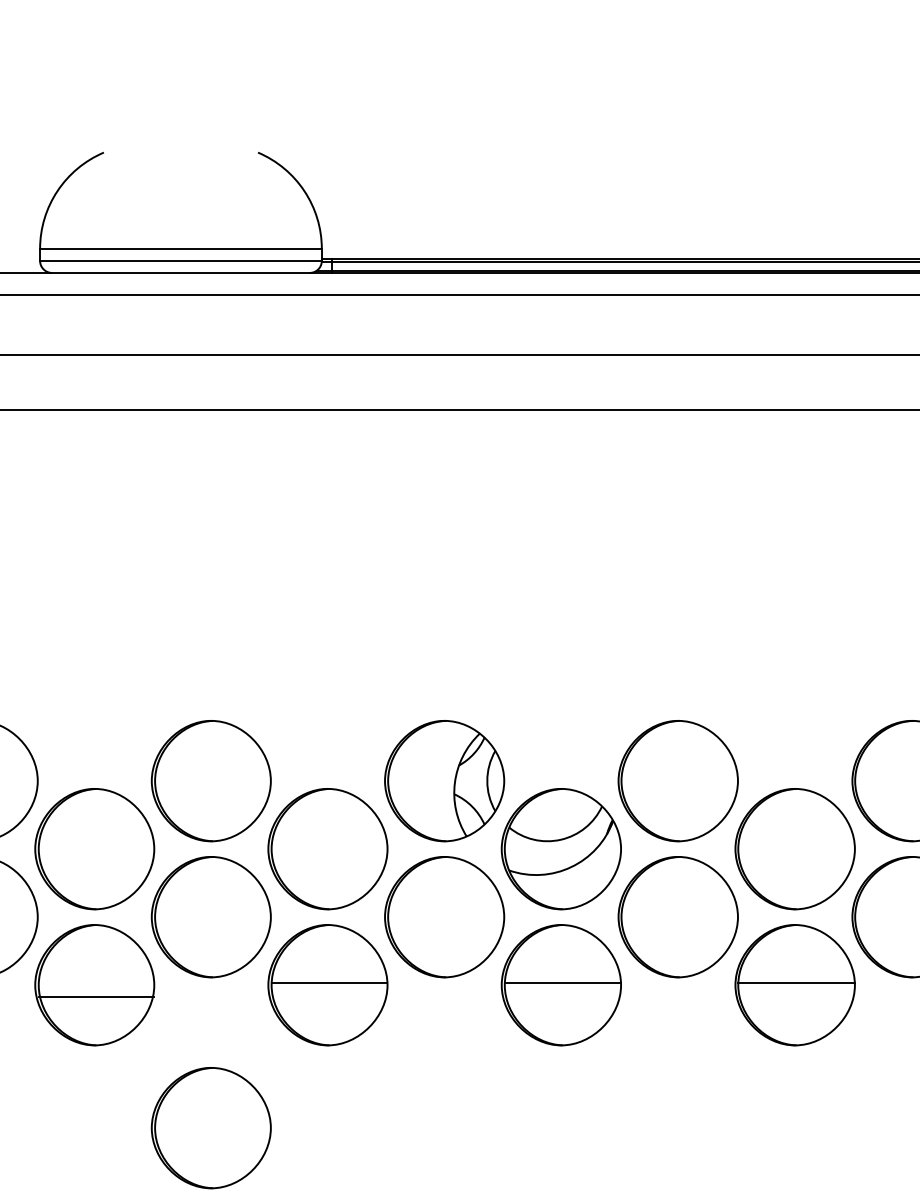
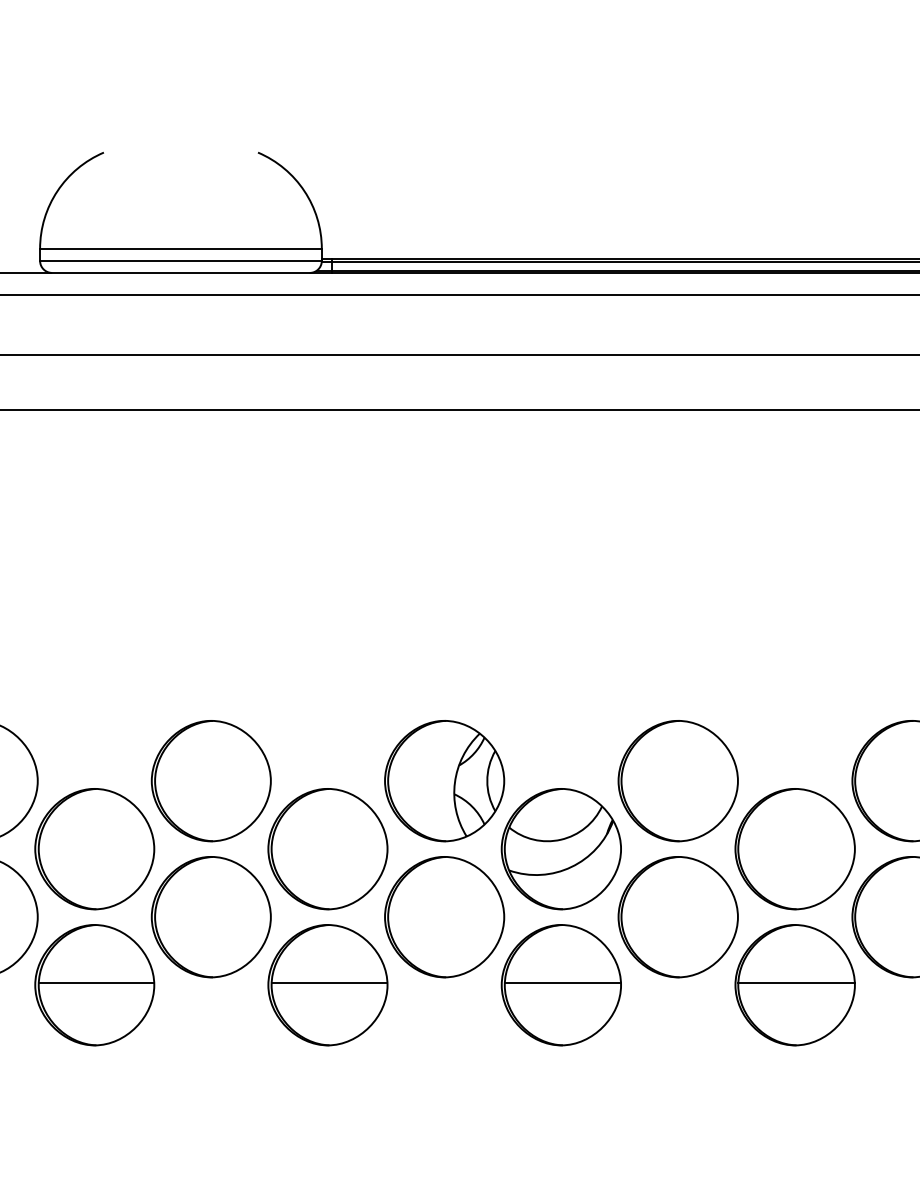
line at (96, 997) position: (96, 997) -> (96, 983)
part at (210, 1128): present -> none
